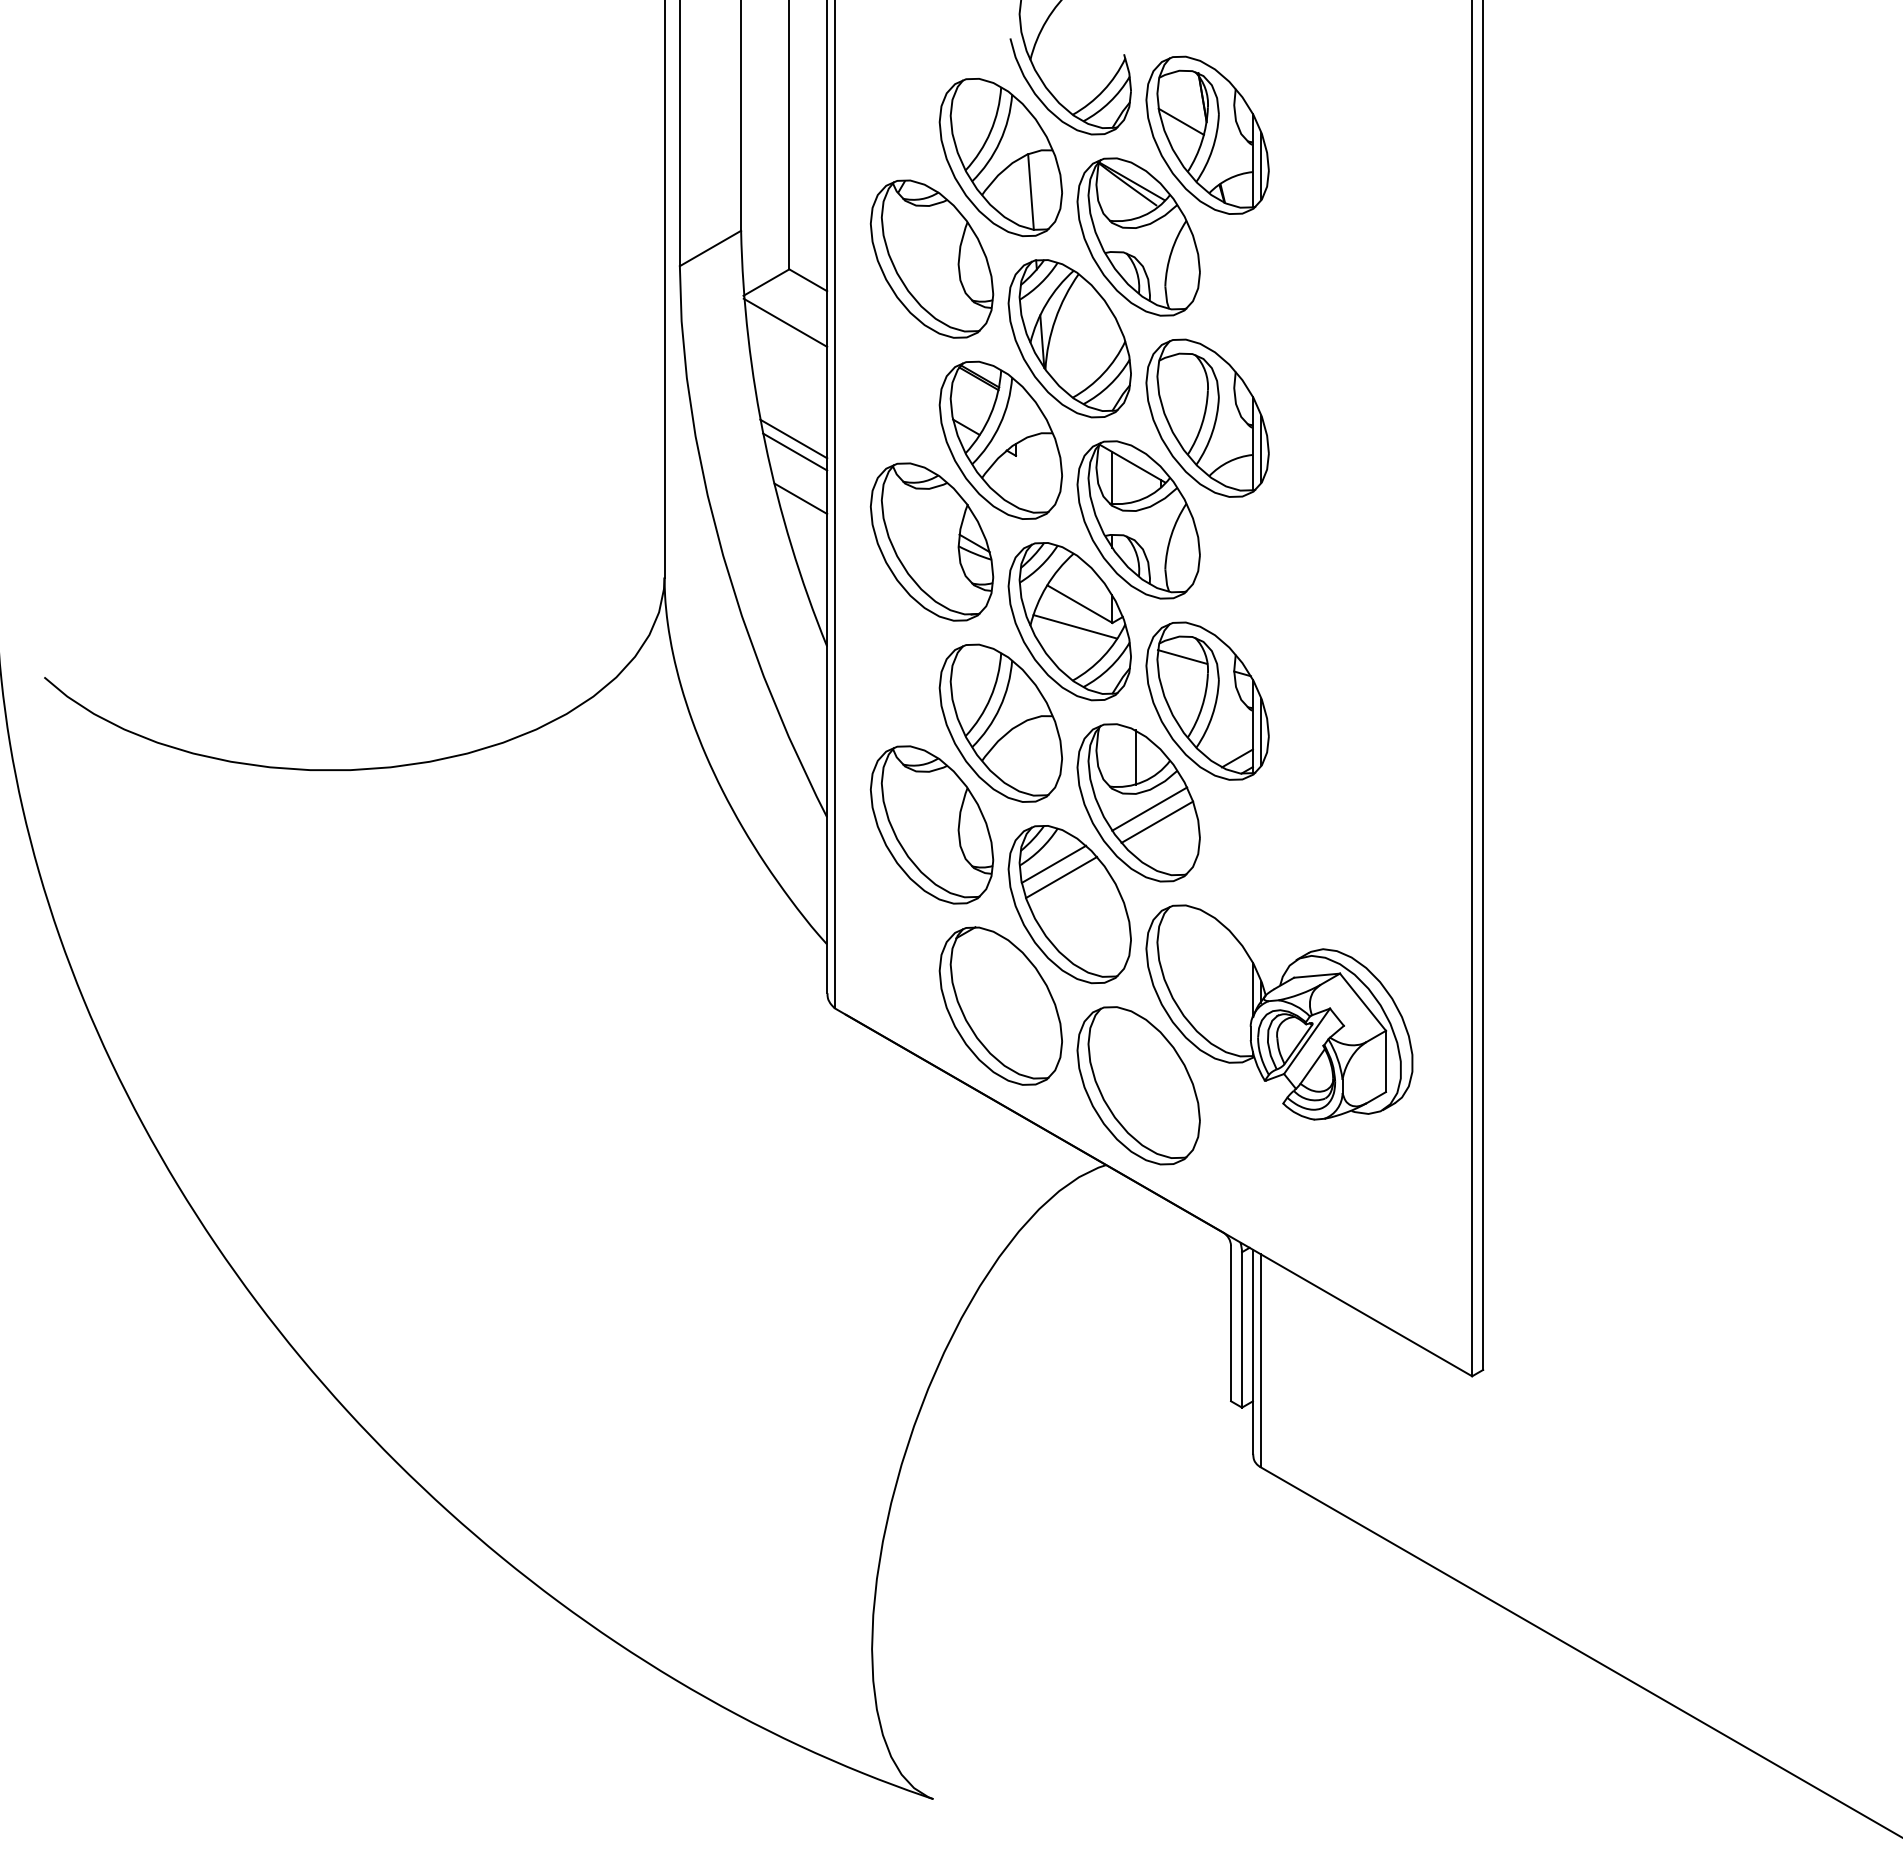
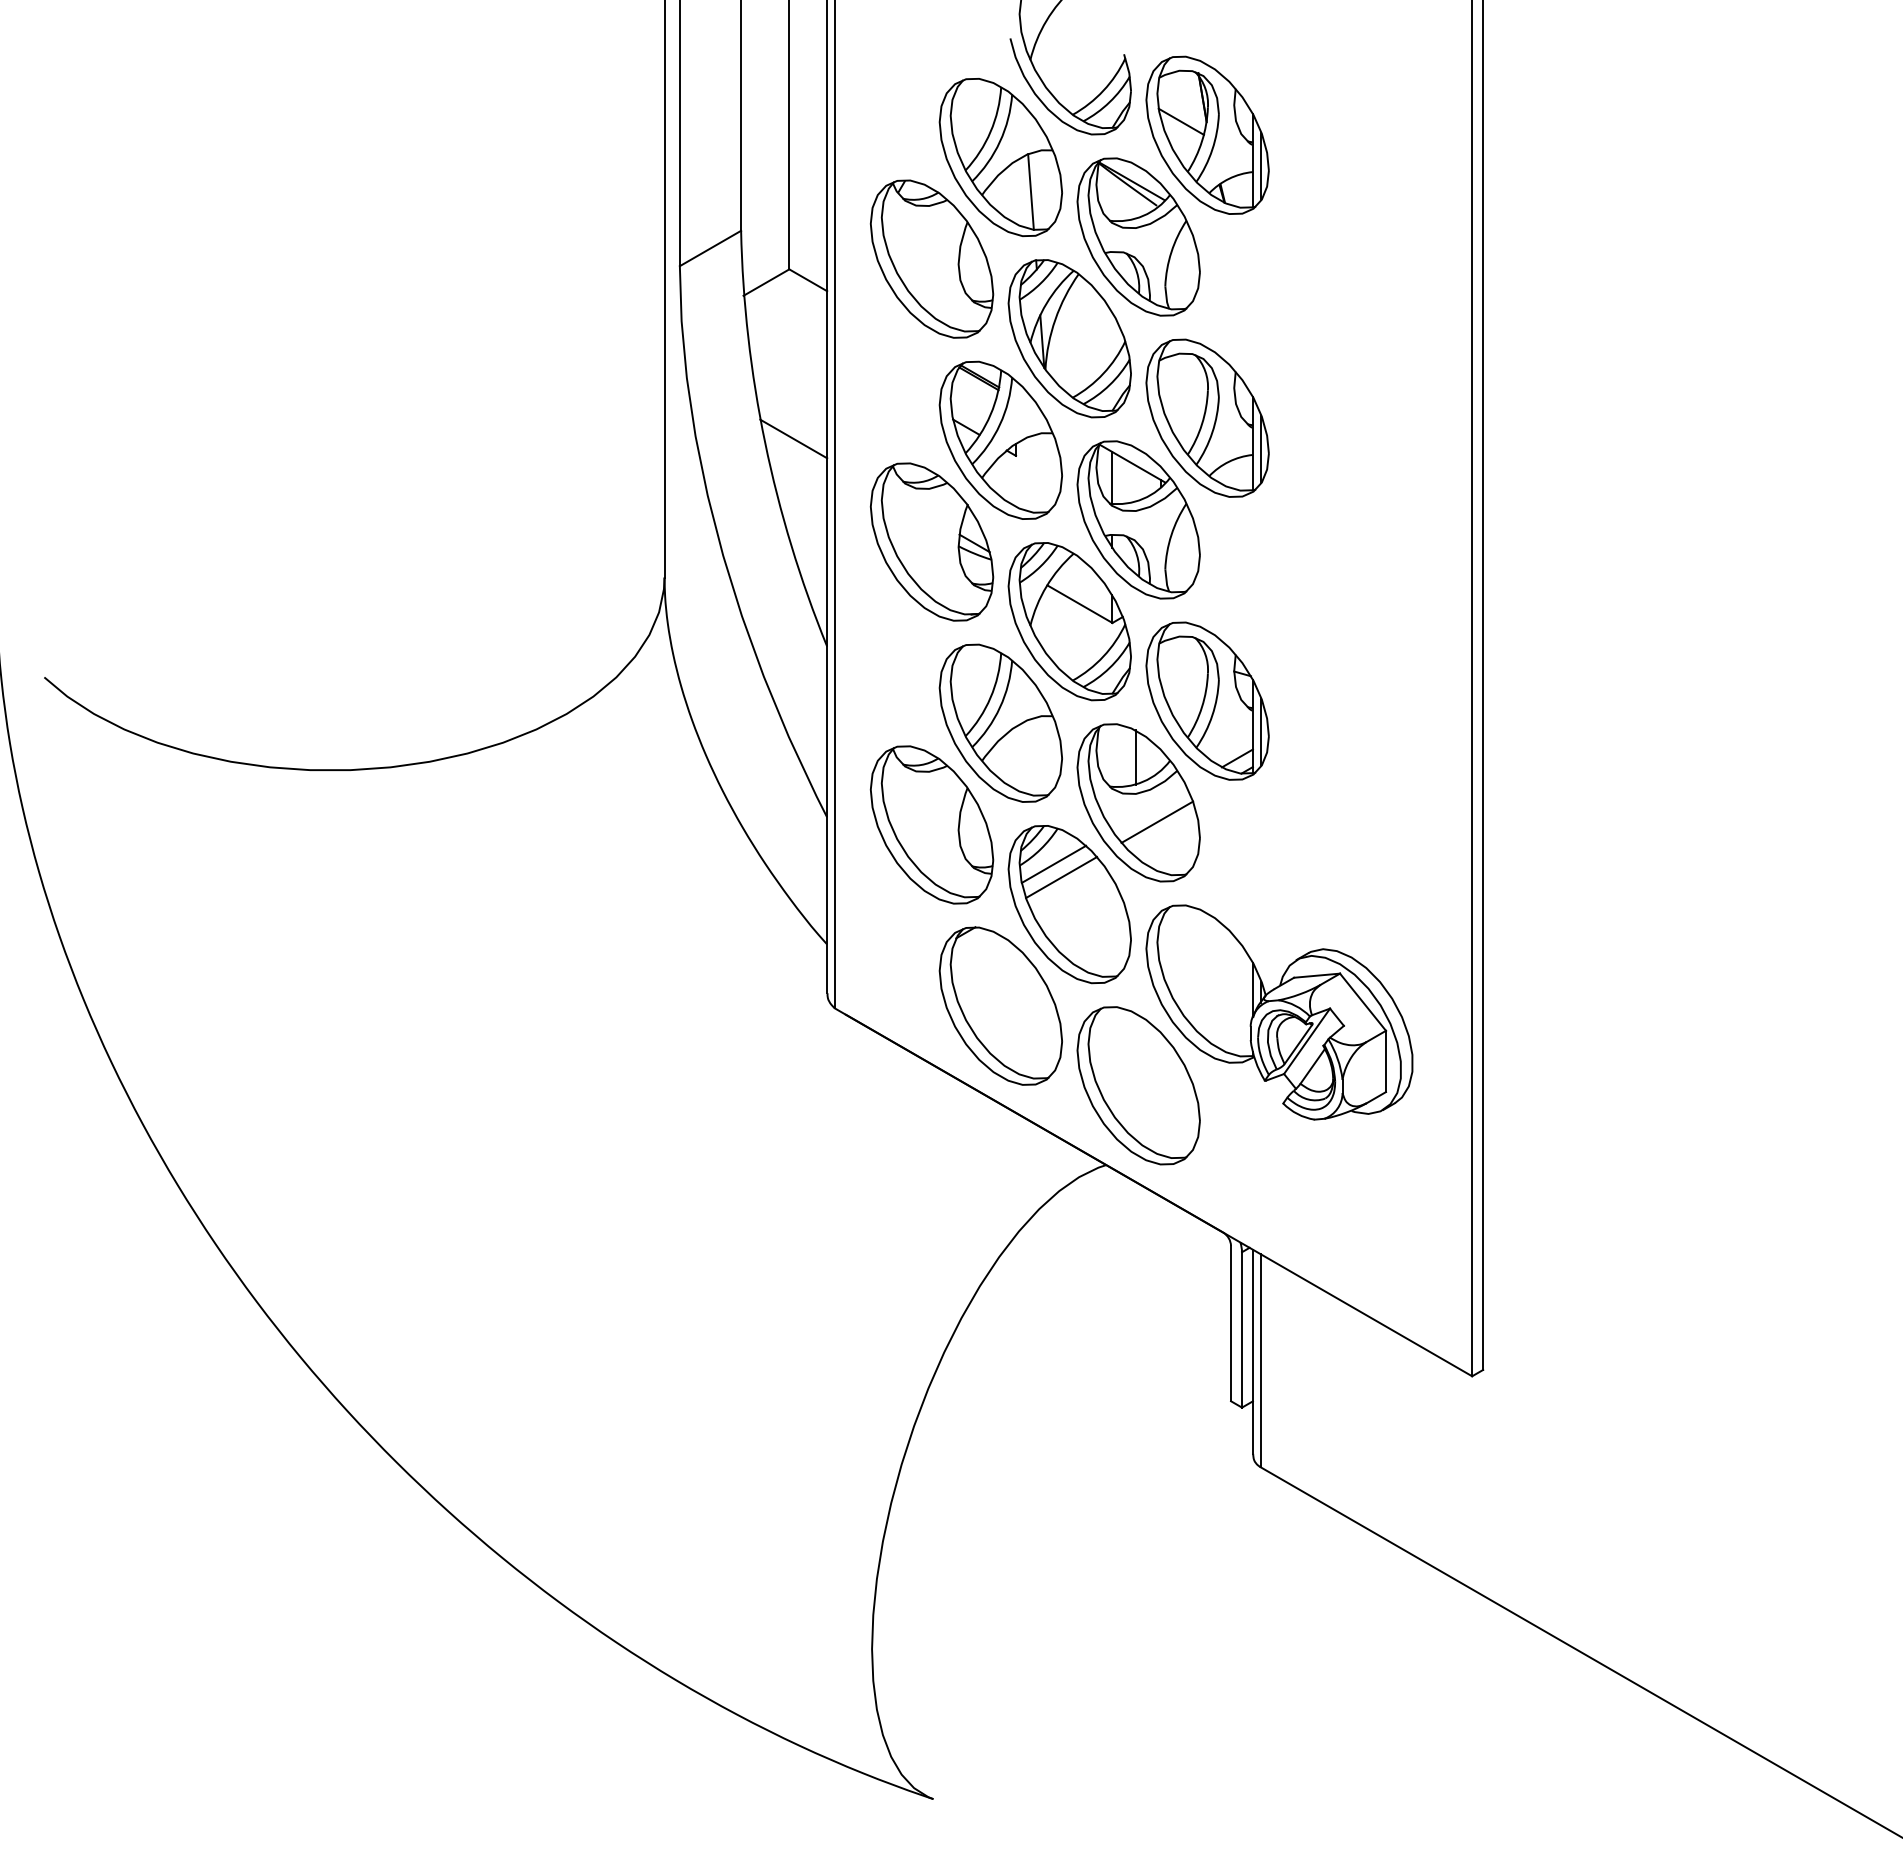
line at (785, 322): present -> none
line at (795, 451): present -> none
line at (800, 498): present -> none
line at (1075, 626): present -> none
line at (1182, 656): present -> none
line at (1149, 808): present -> none
